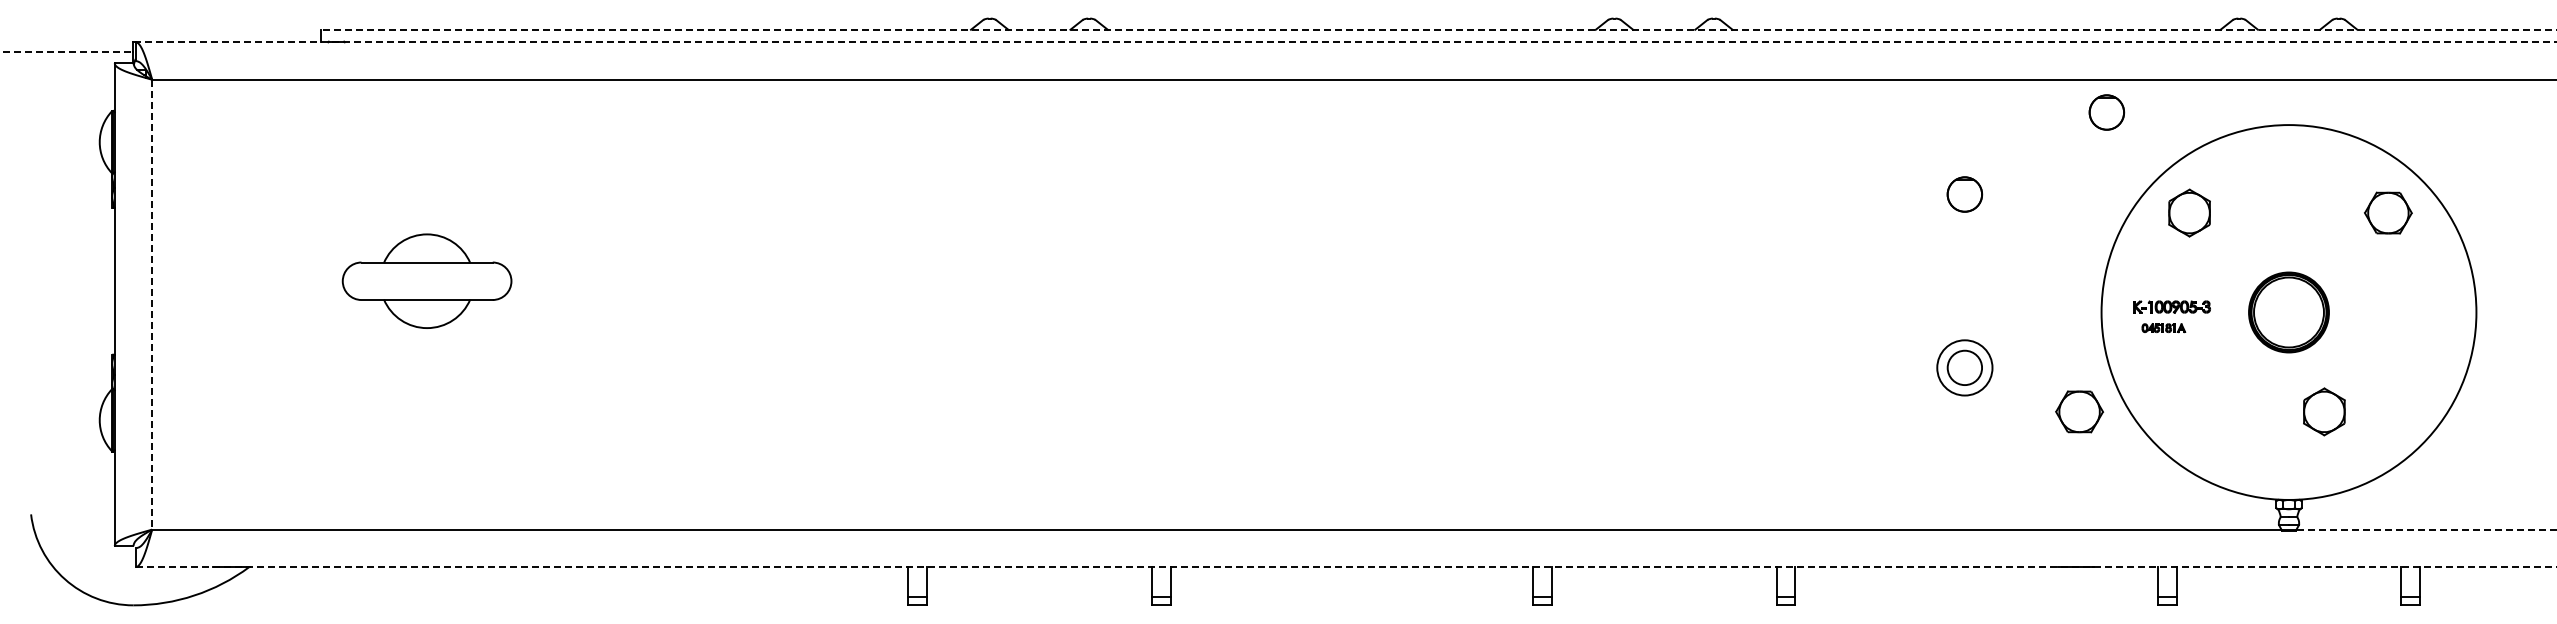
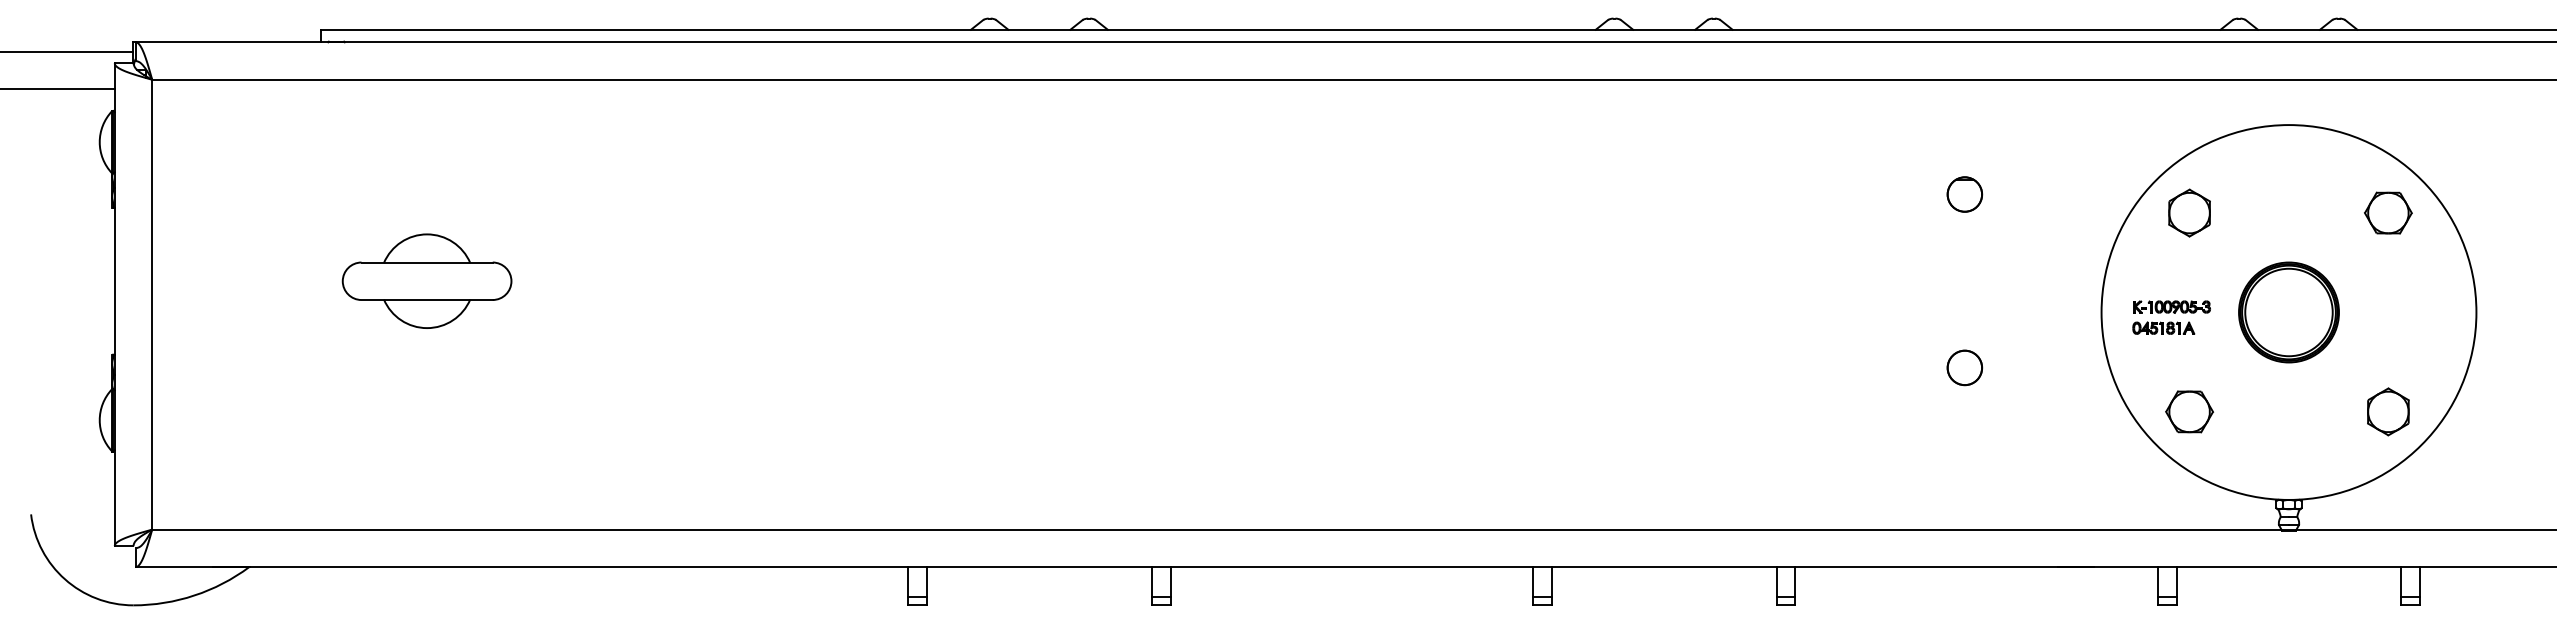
line at (1438, 29): dashed -> solid
line at (1345, 42): dashed -> solid
line at (66, 51): dashed -> solid
line at (58, 89): none -> present
part at (2106, 112): present -> none
line at (152, 304): dashed -> solid
part at (2288, 312) size: 82x83 px -> 102x103 px
part at (2163, 328) size: 46x11 px -> 64x14 px
circle at (1964, 367) diameter: 55 px -> 35 px
part at (2079, 411) position: (2079, 411) -> (2189, 411)
part at (2324, 411) position: (2324, 411) -> (2388, 411)
line at (2426, 529): dashed -> solid
line at (1346, 567): dashed -> solid
